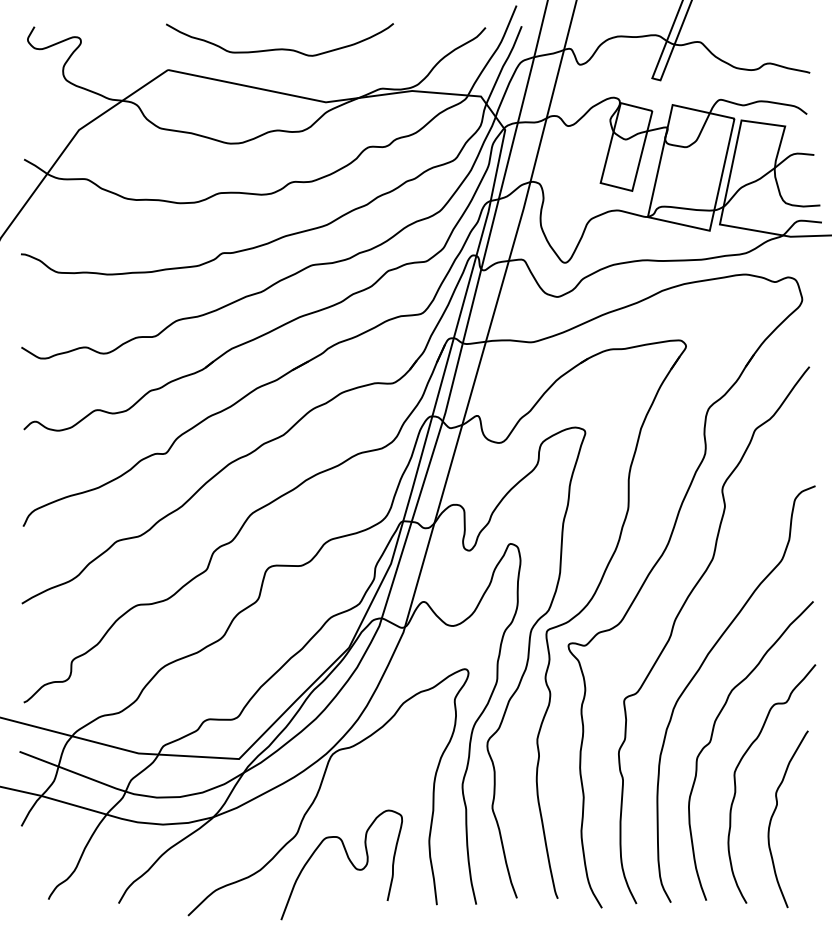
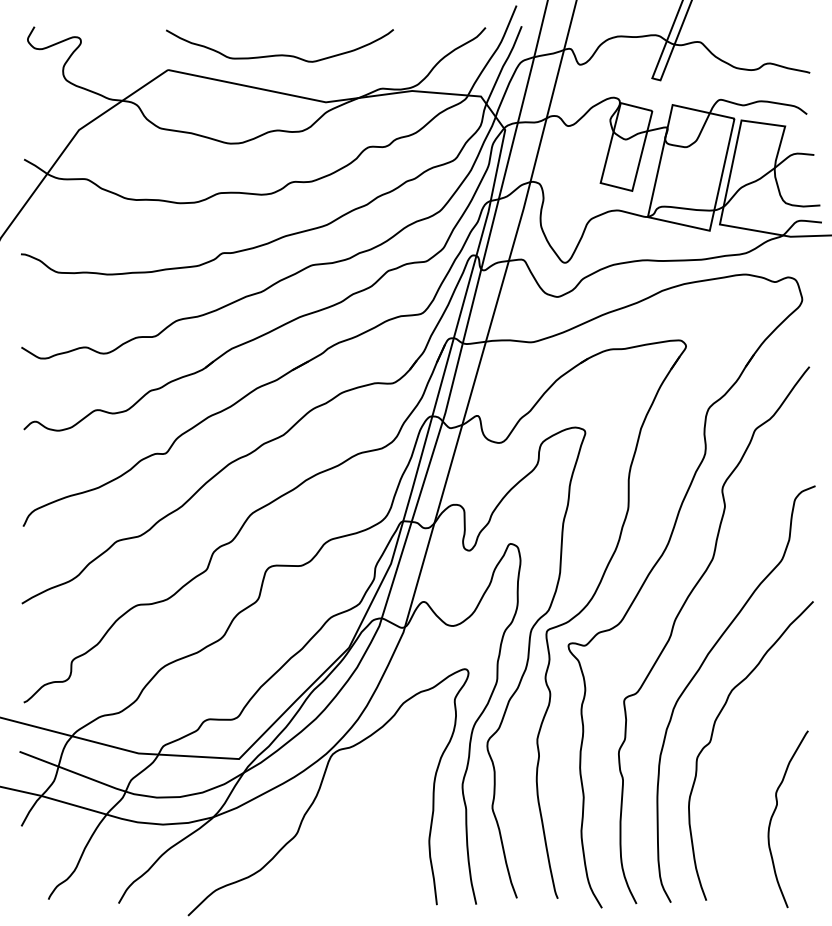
curve at (279, 48) position: (279, 48) -> (279, 54)
curve at (736, 785): present -> none
curve at (347, 858): present -> none
